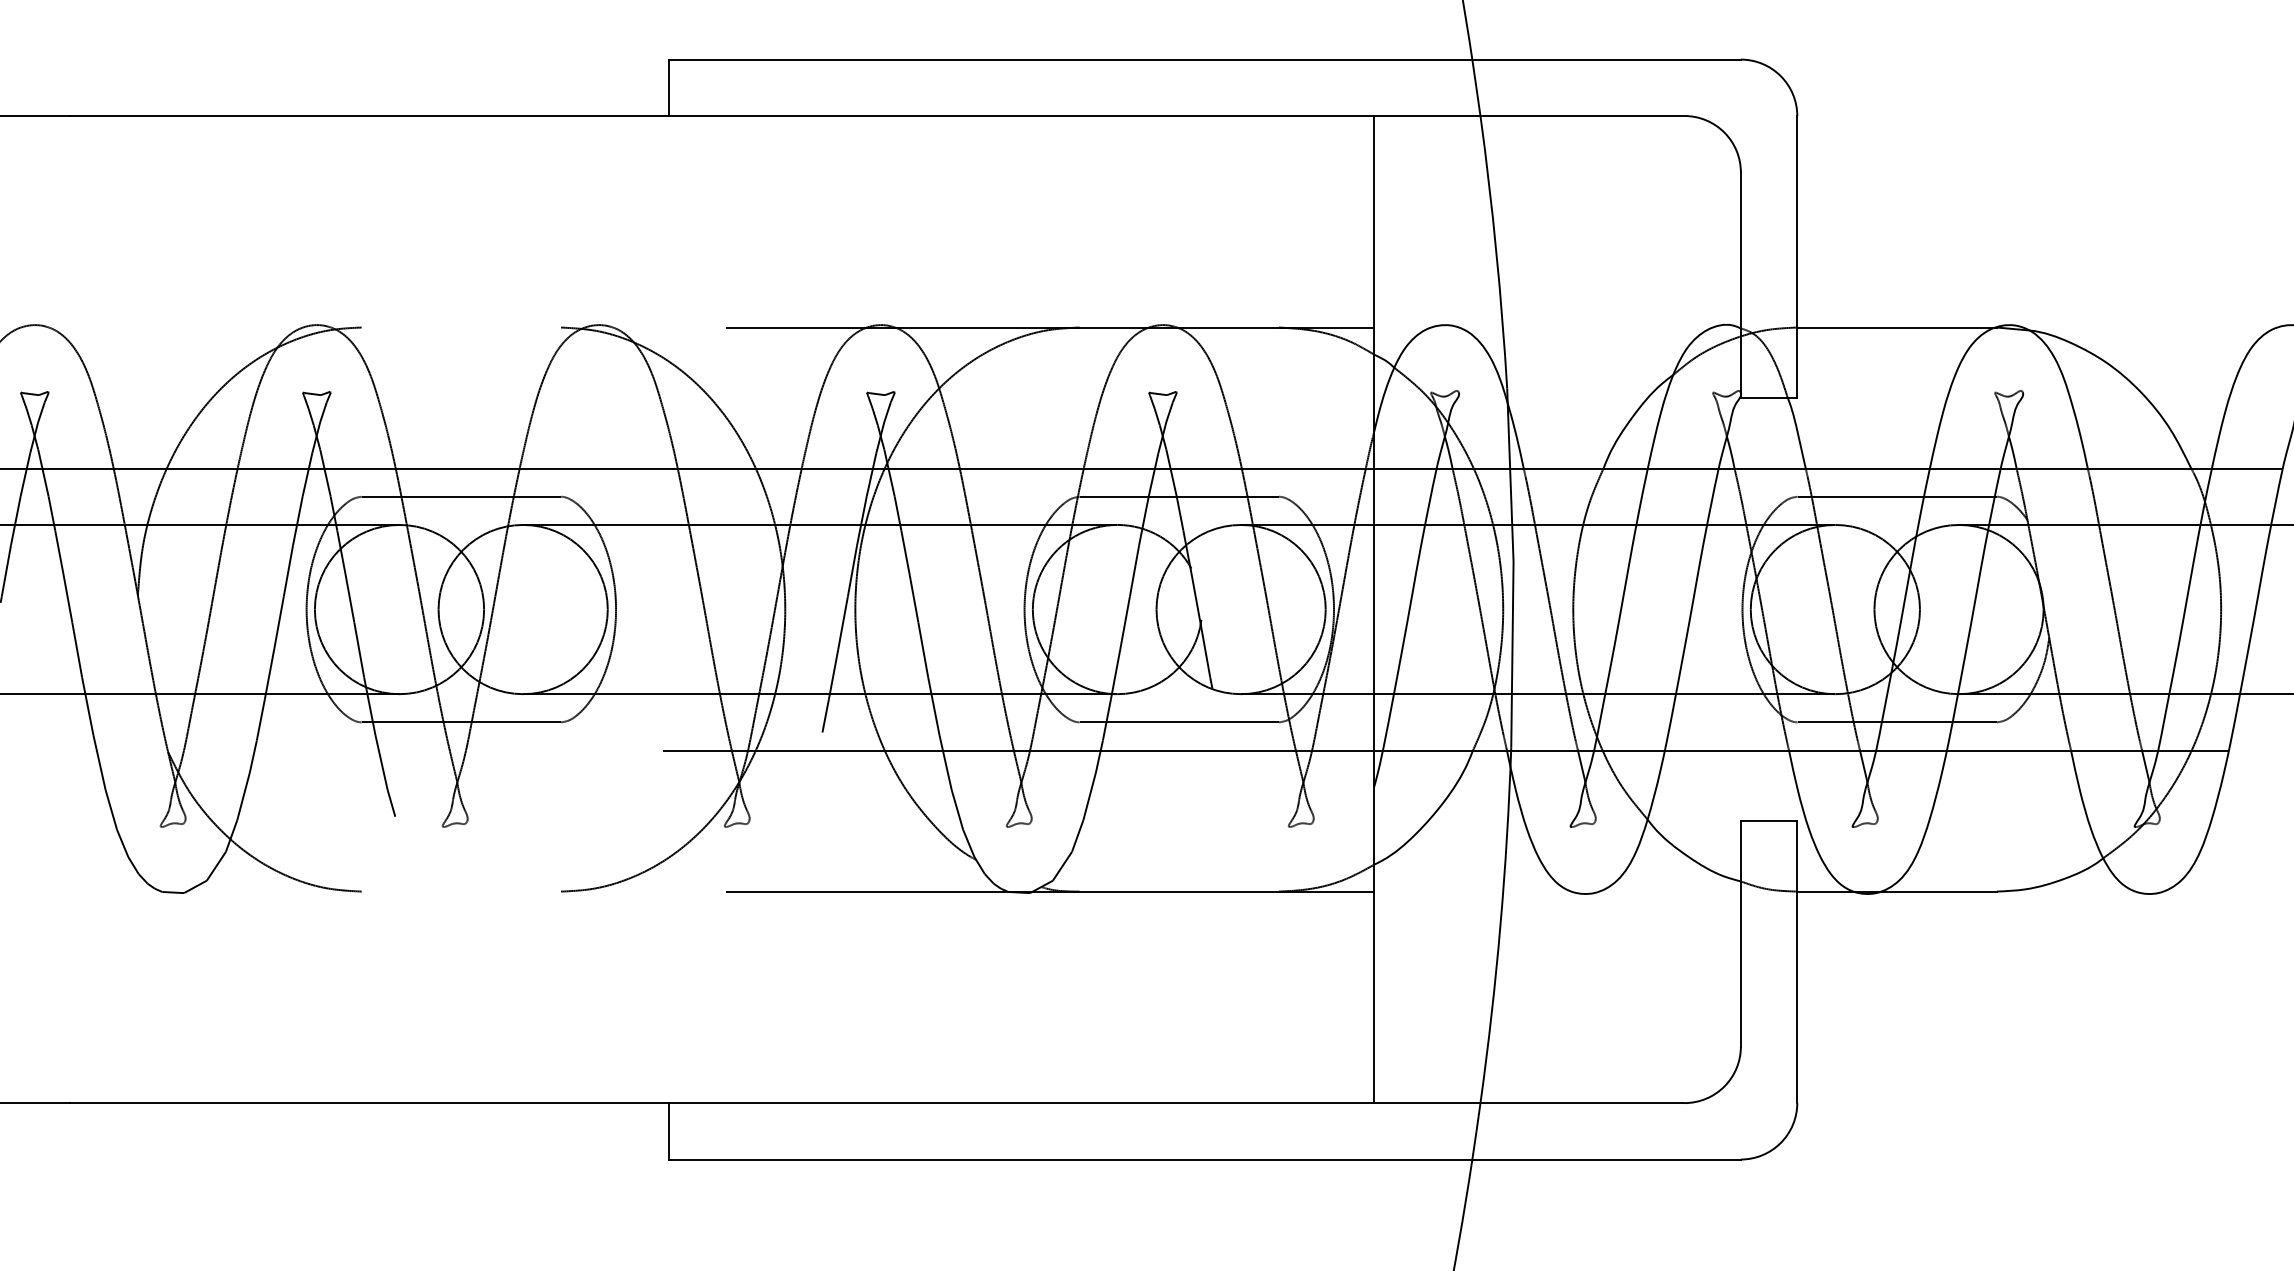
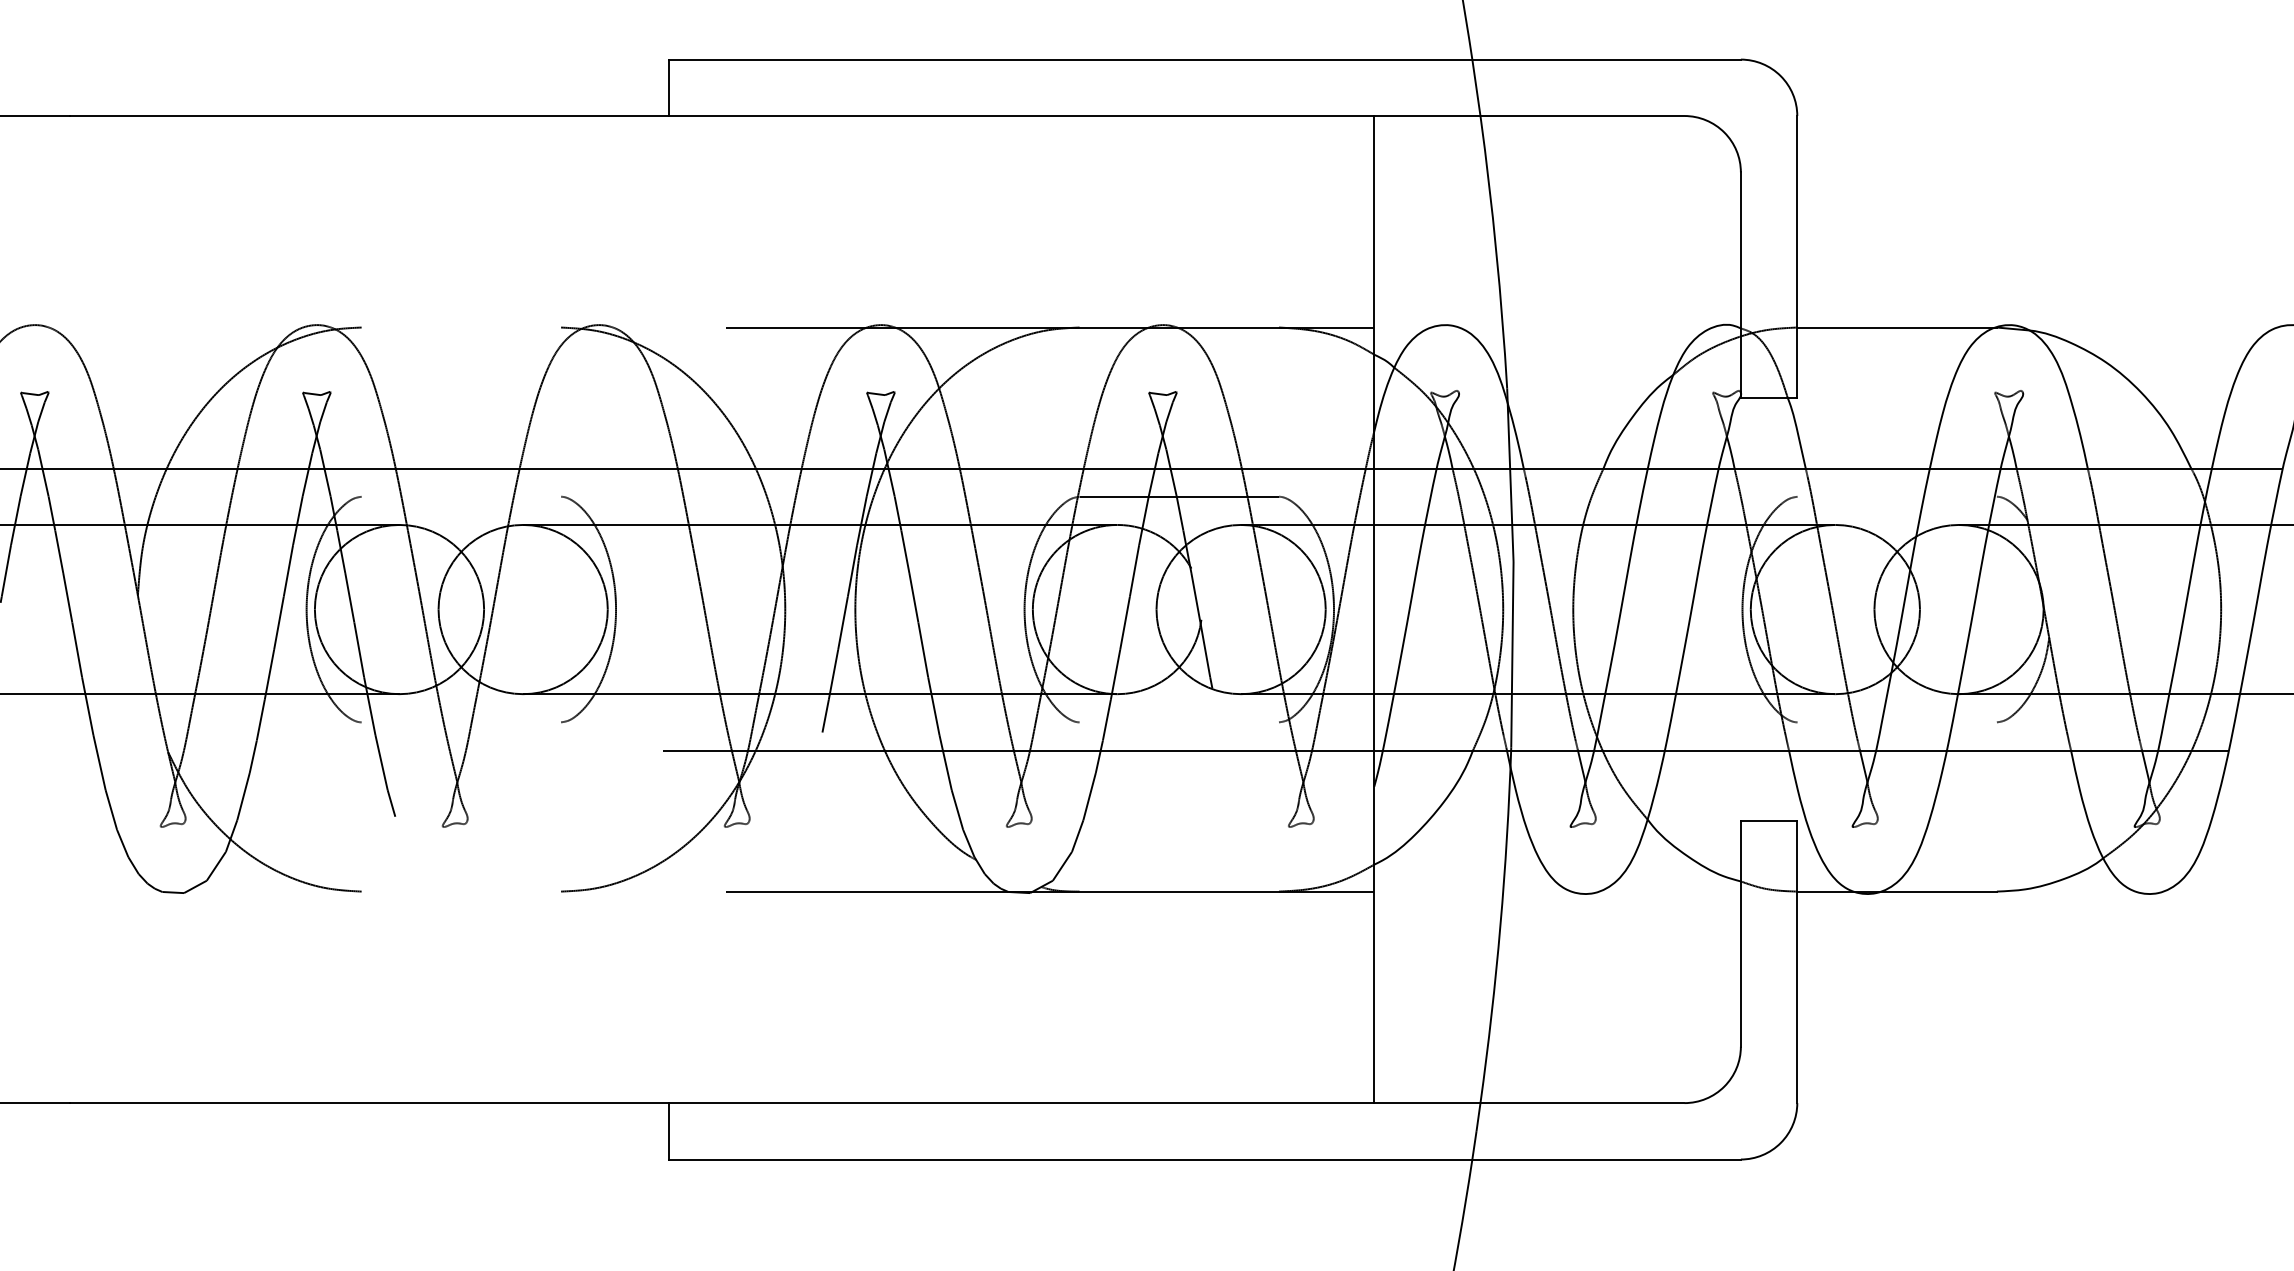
line at (461, 496): present -> none
line at (1896, 496): present -> none
line at (461, 722): present -> none
line at (1179, 722): present -> none
line at (1896, 722): present -> none
